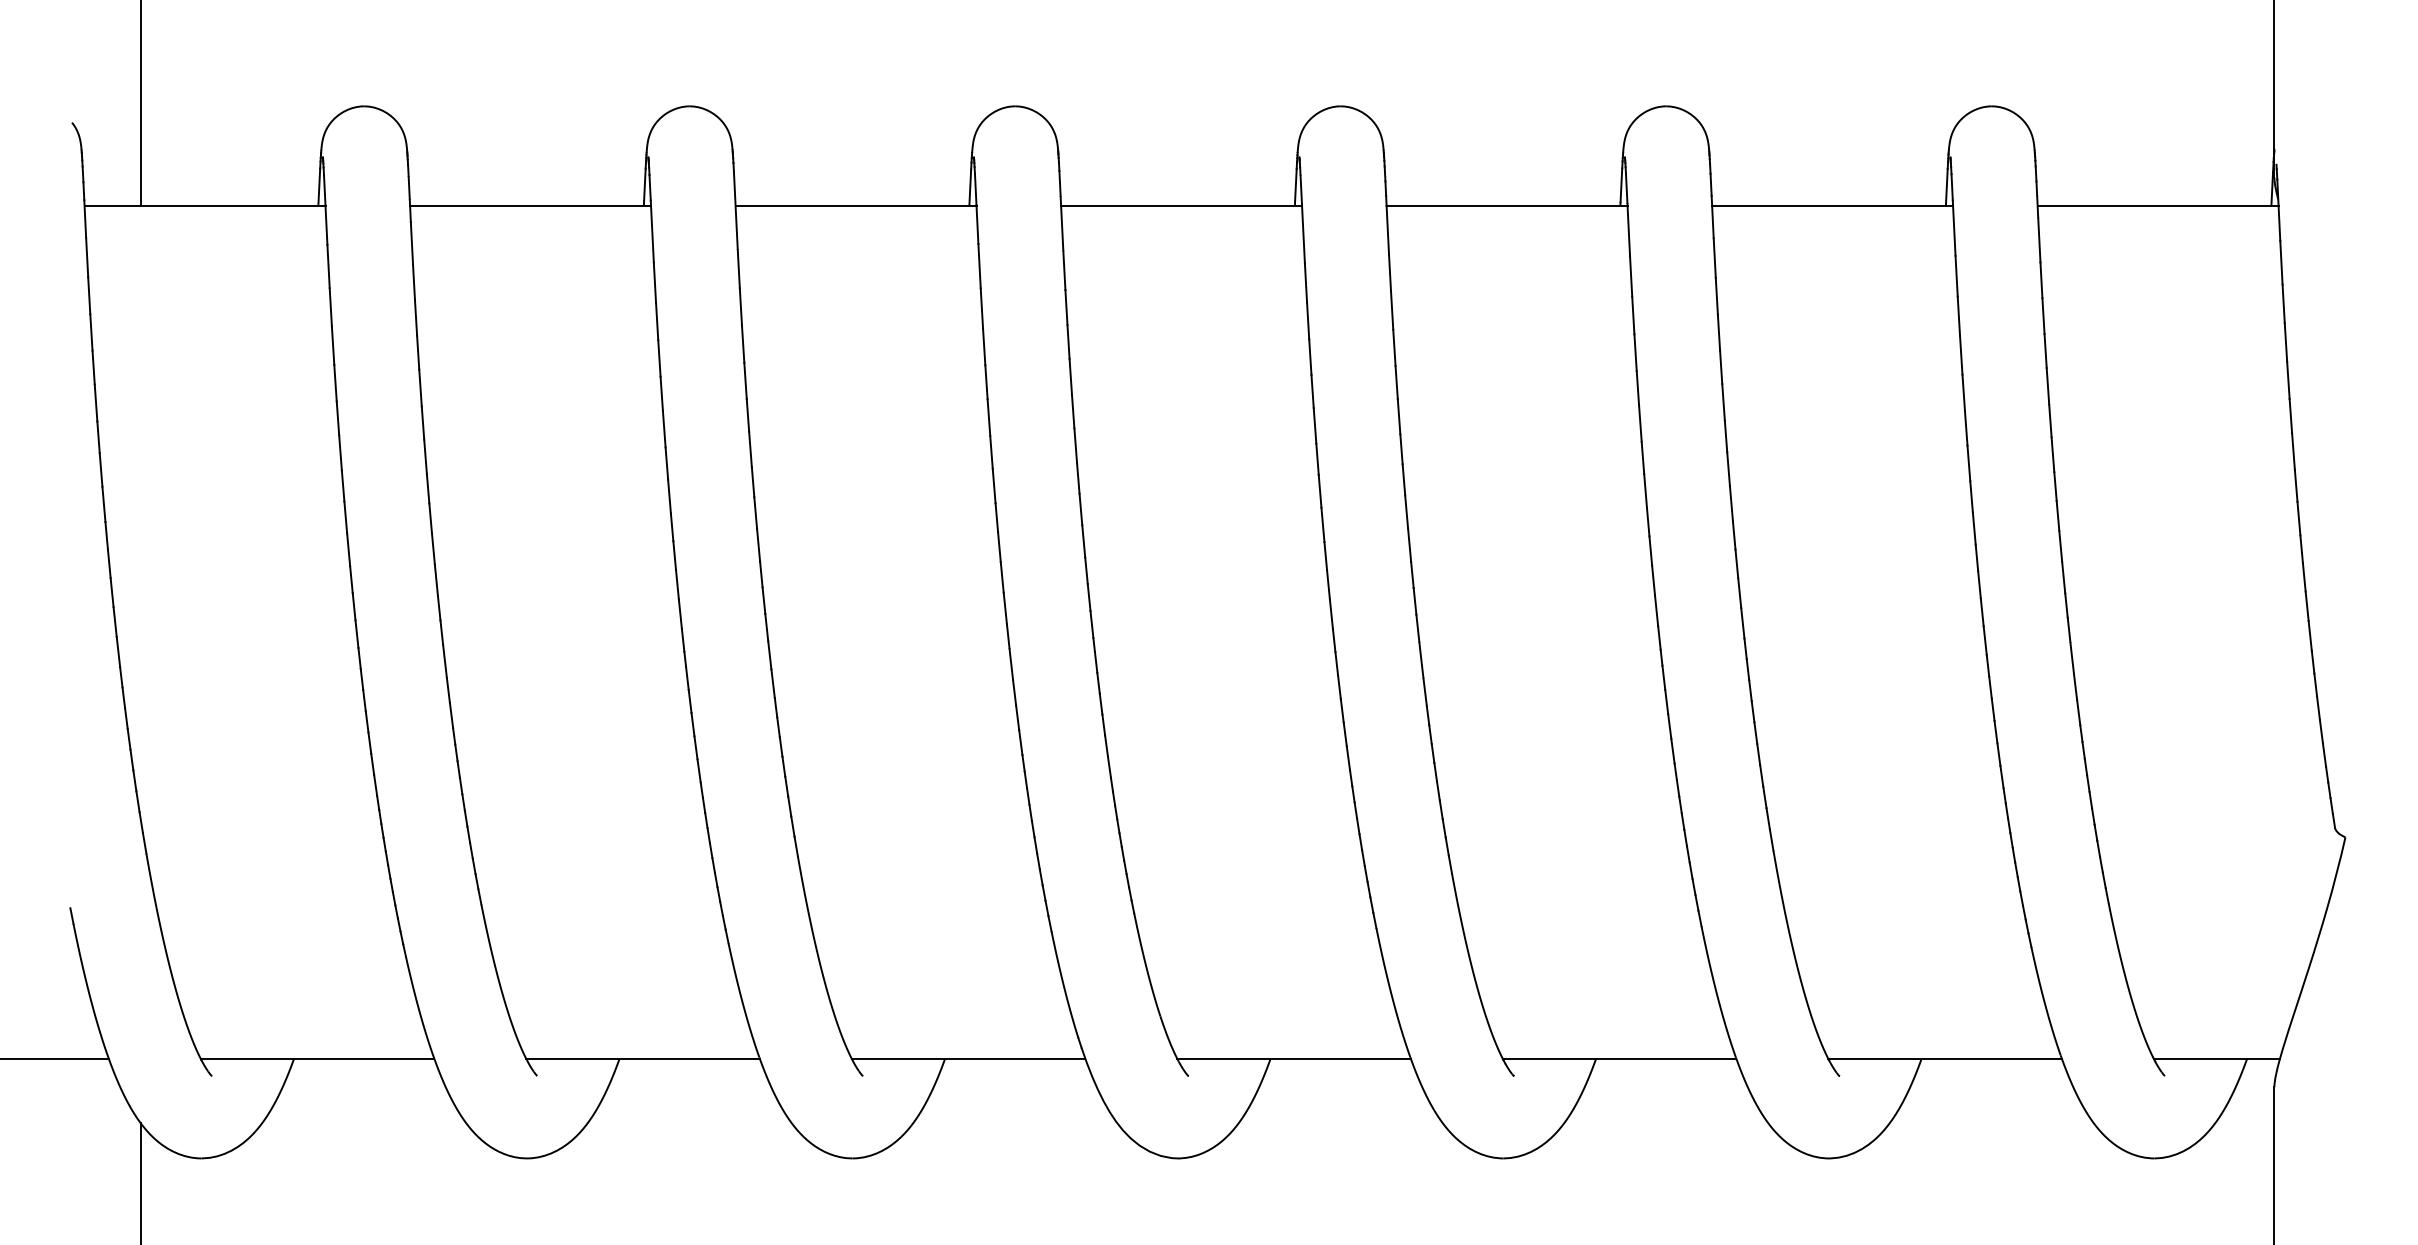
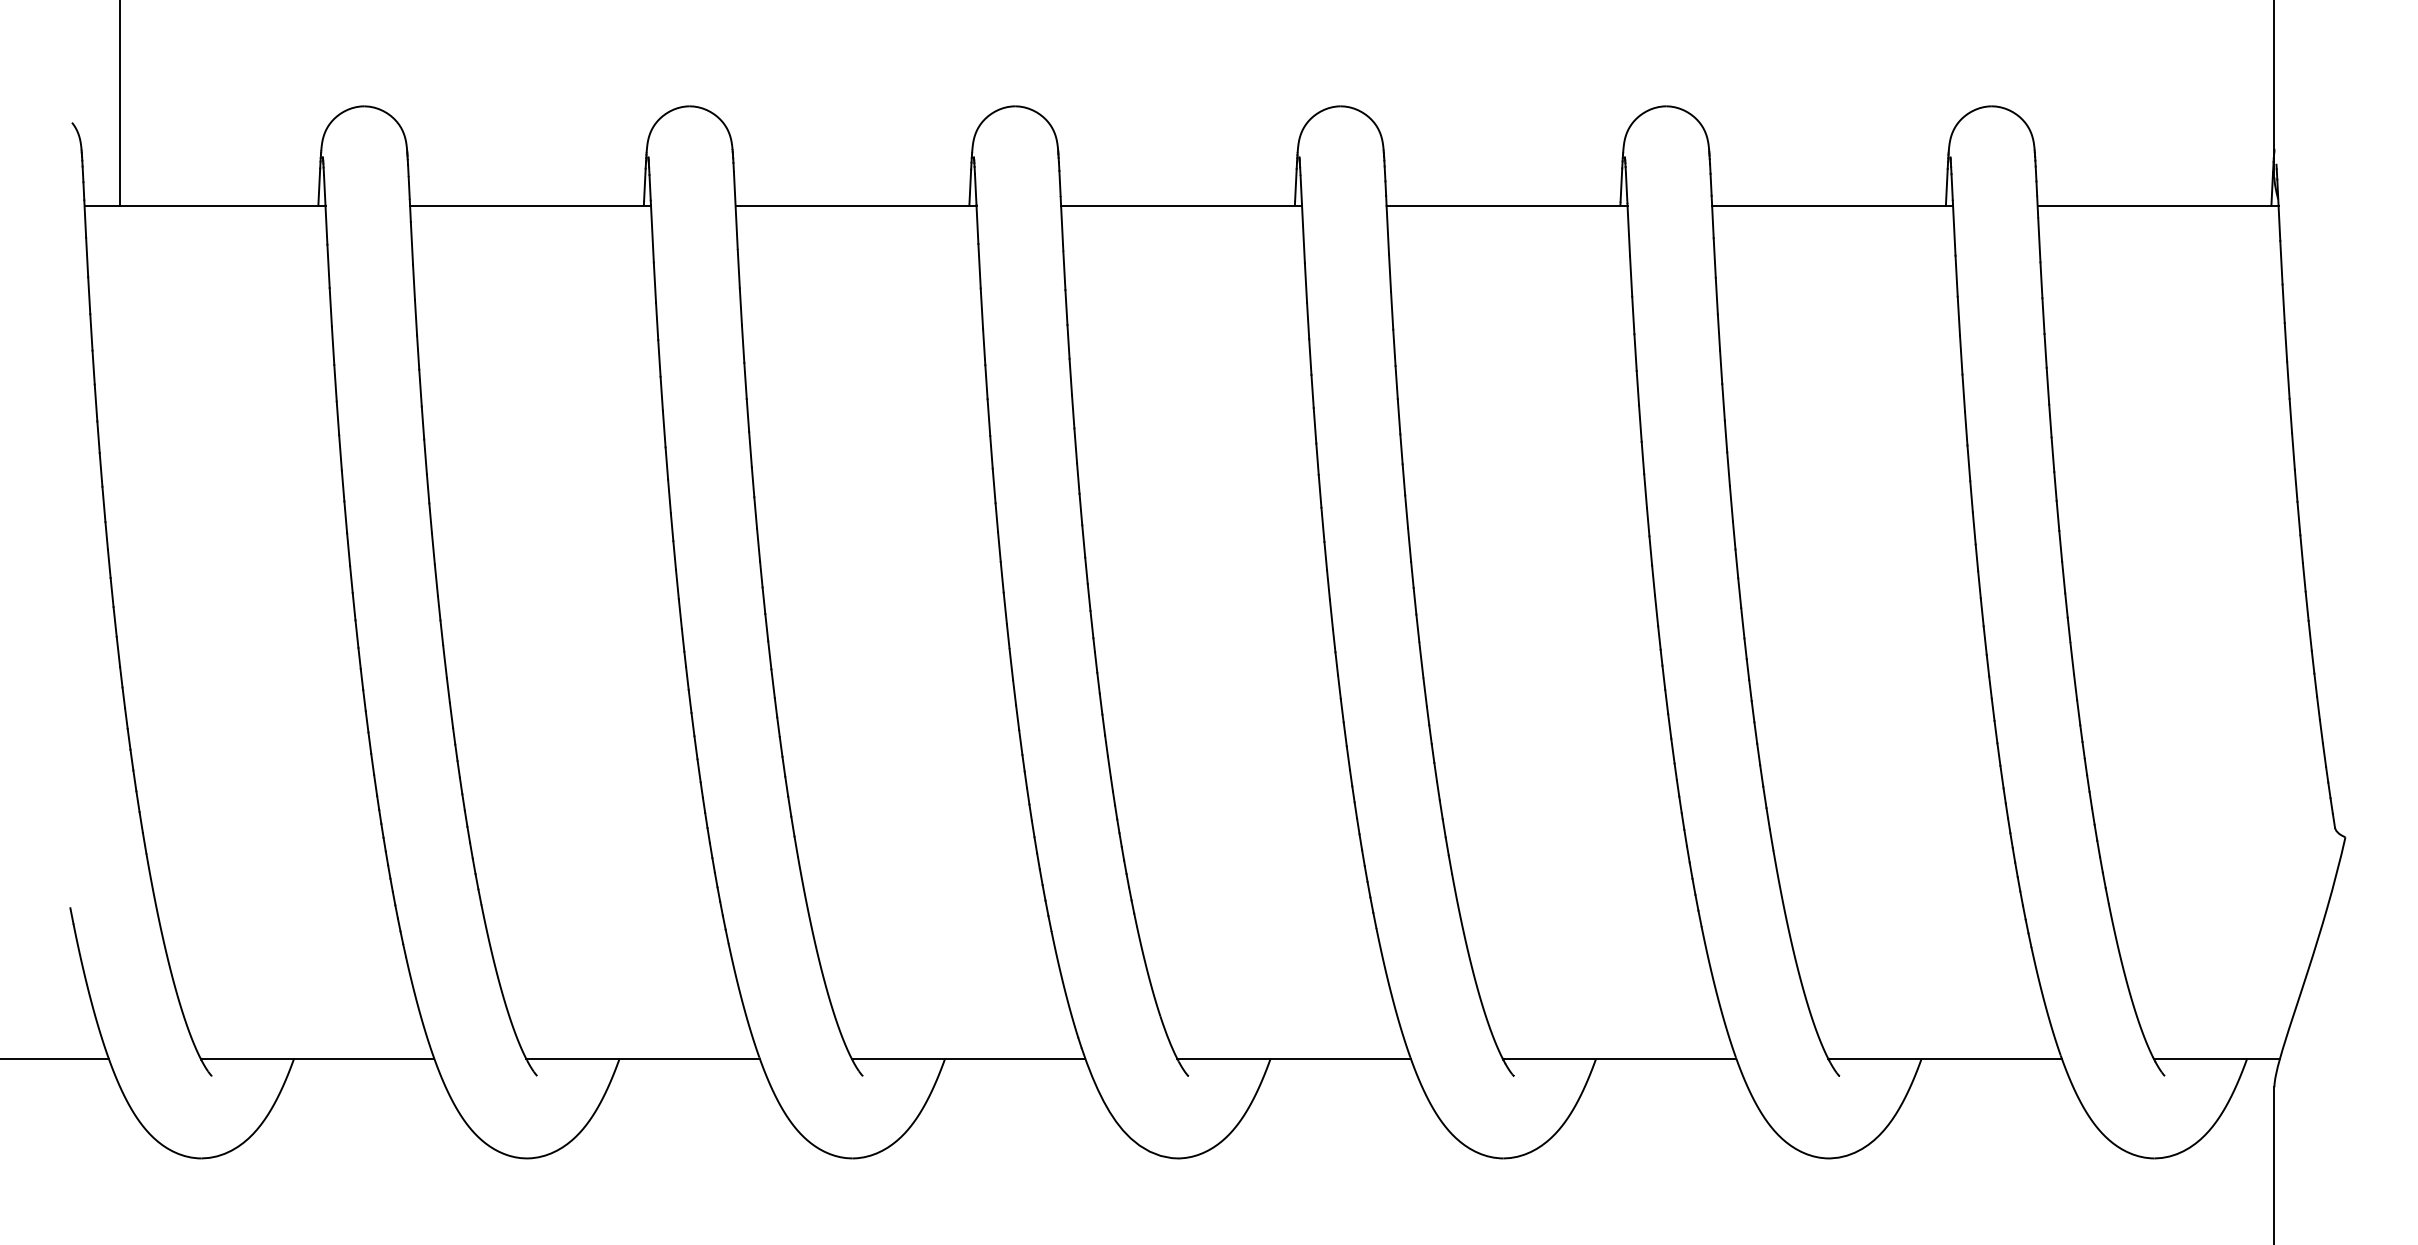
line at (140, 103) position: (140, 103) -> (119, 103)
line at (140, 1182): present -> none
